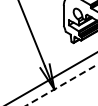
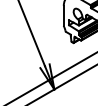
line at (62, 85): dashed -> solid
